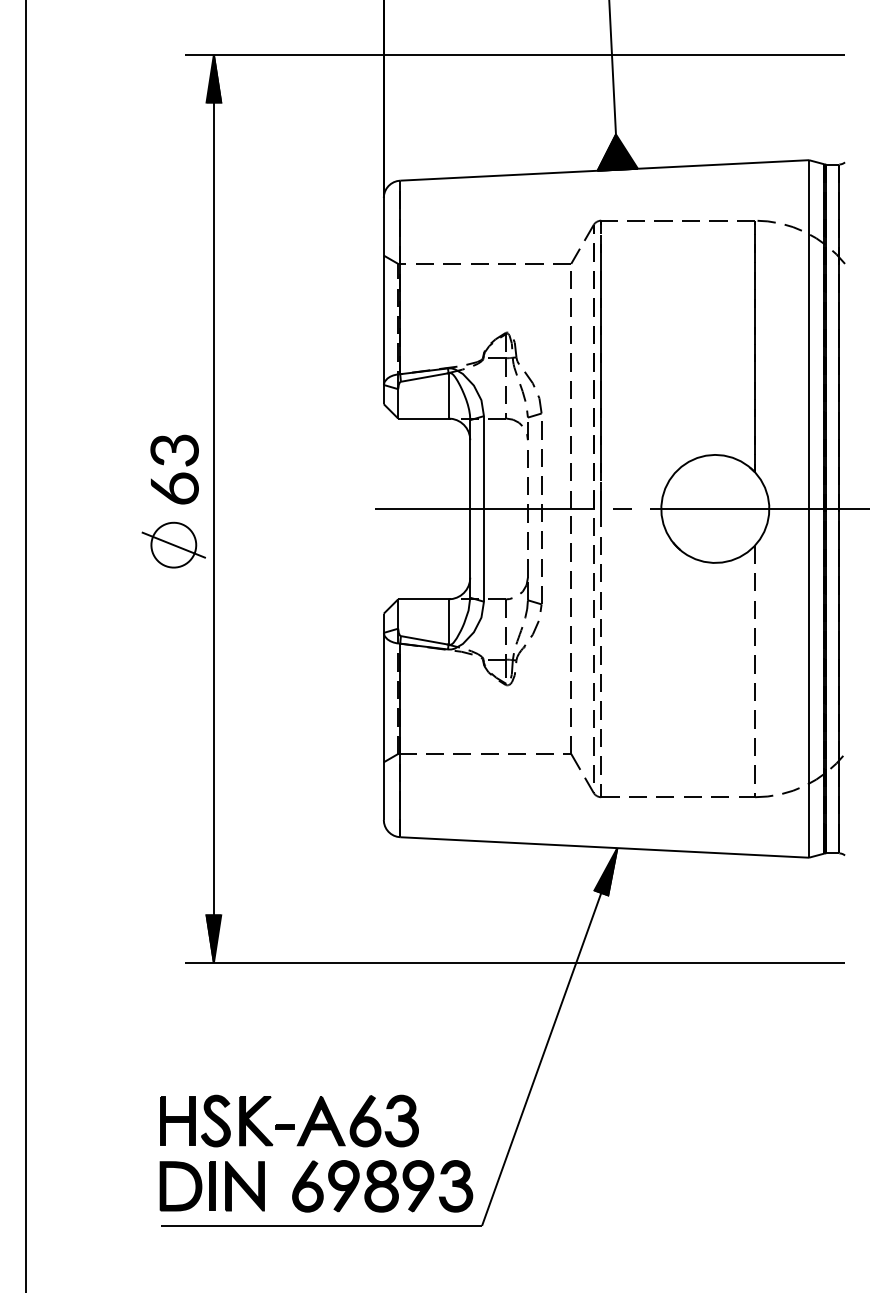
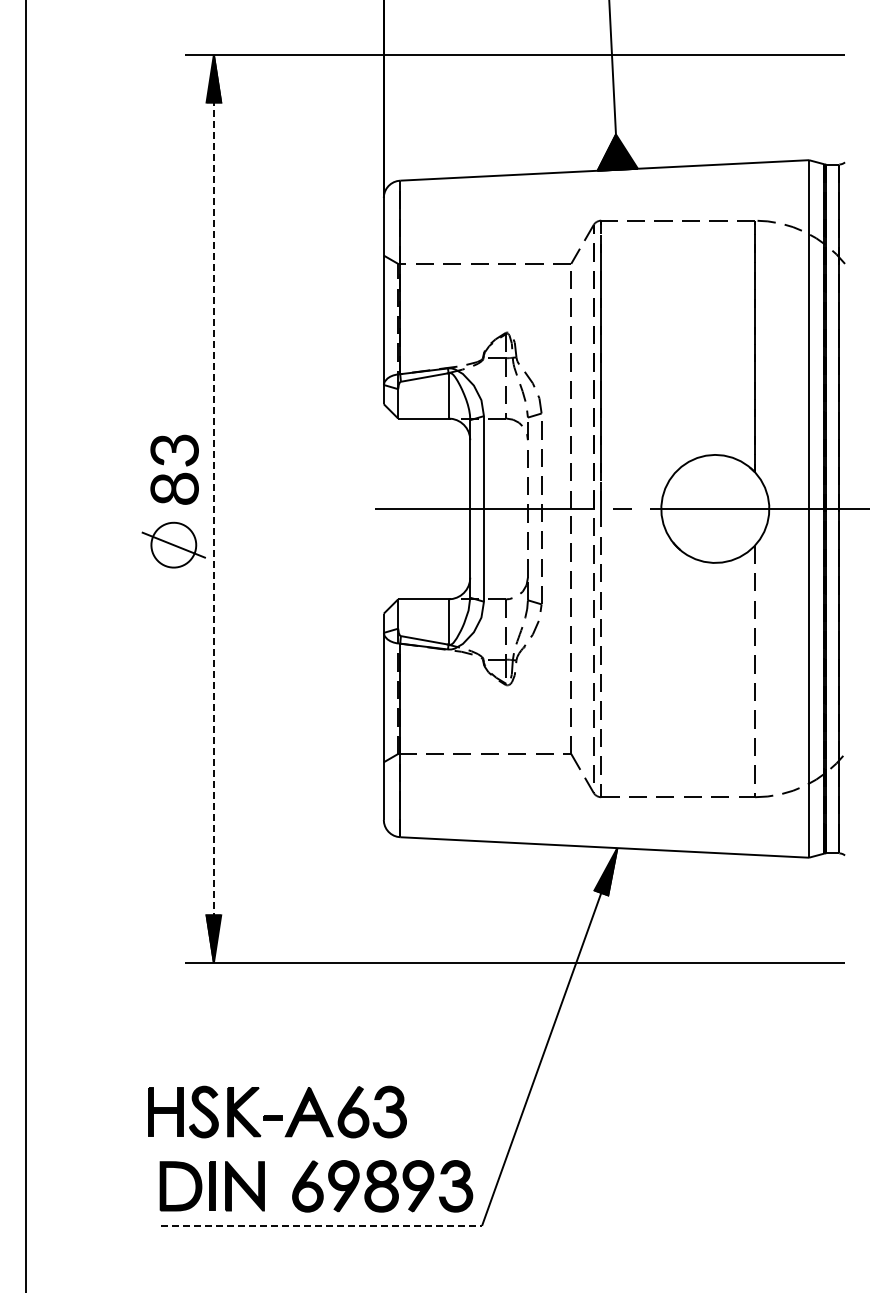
text at (174, 488): 63 -> 83
line at (213, 509): solid -> dashed
part at (289, 1120) position: (289, 1120) -> (277, 1111)
line at (321, 1225): solid -> dashed
